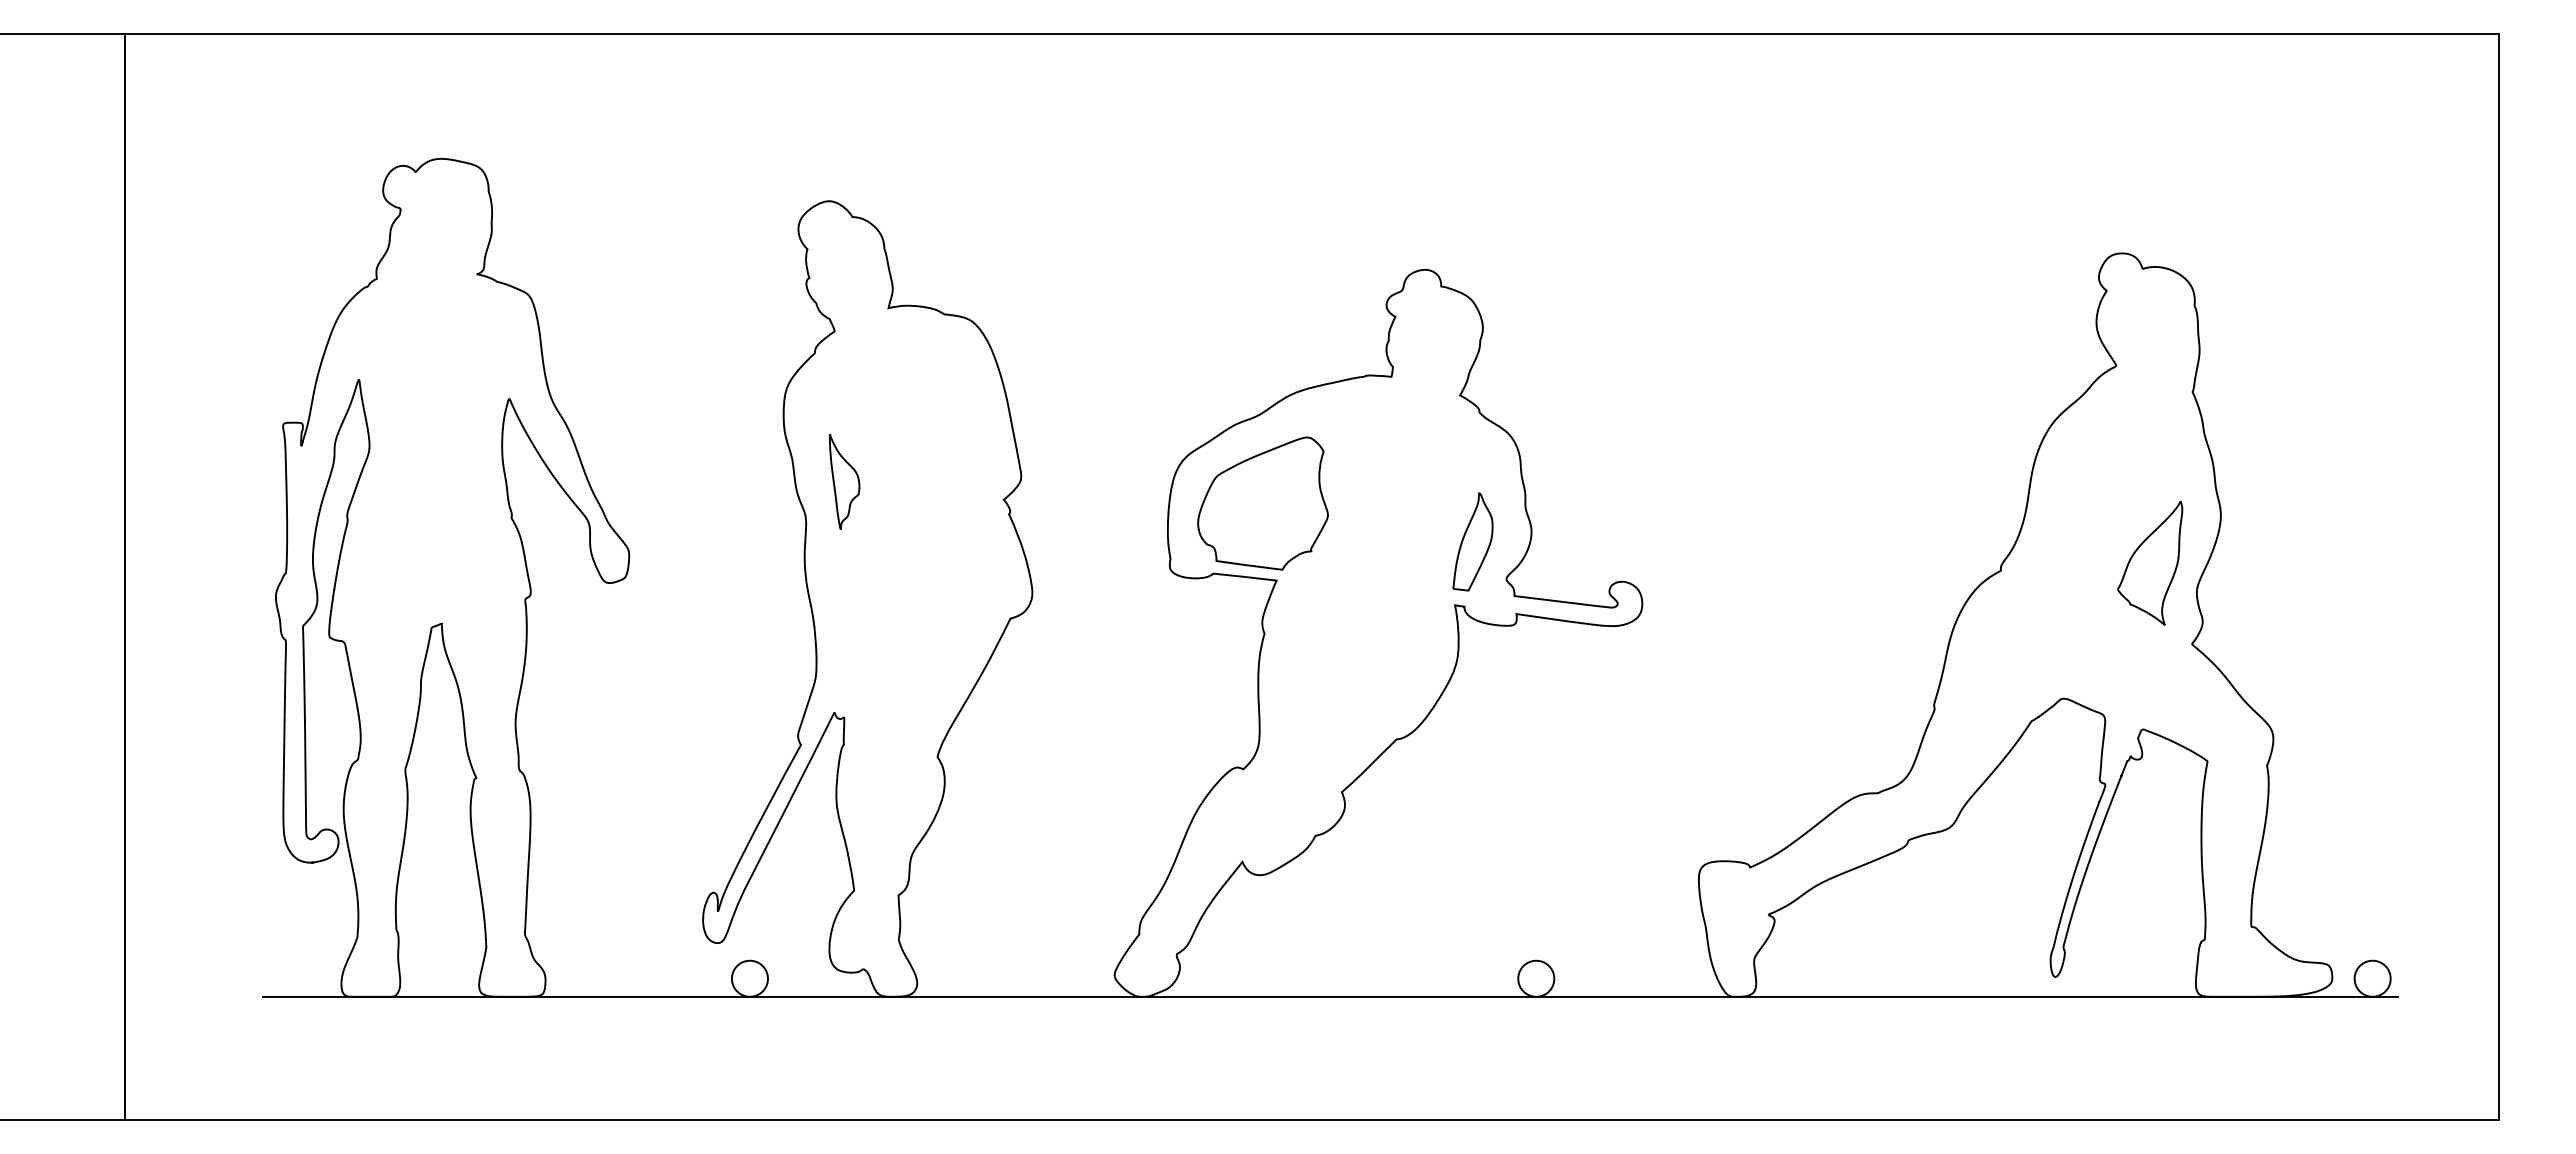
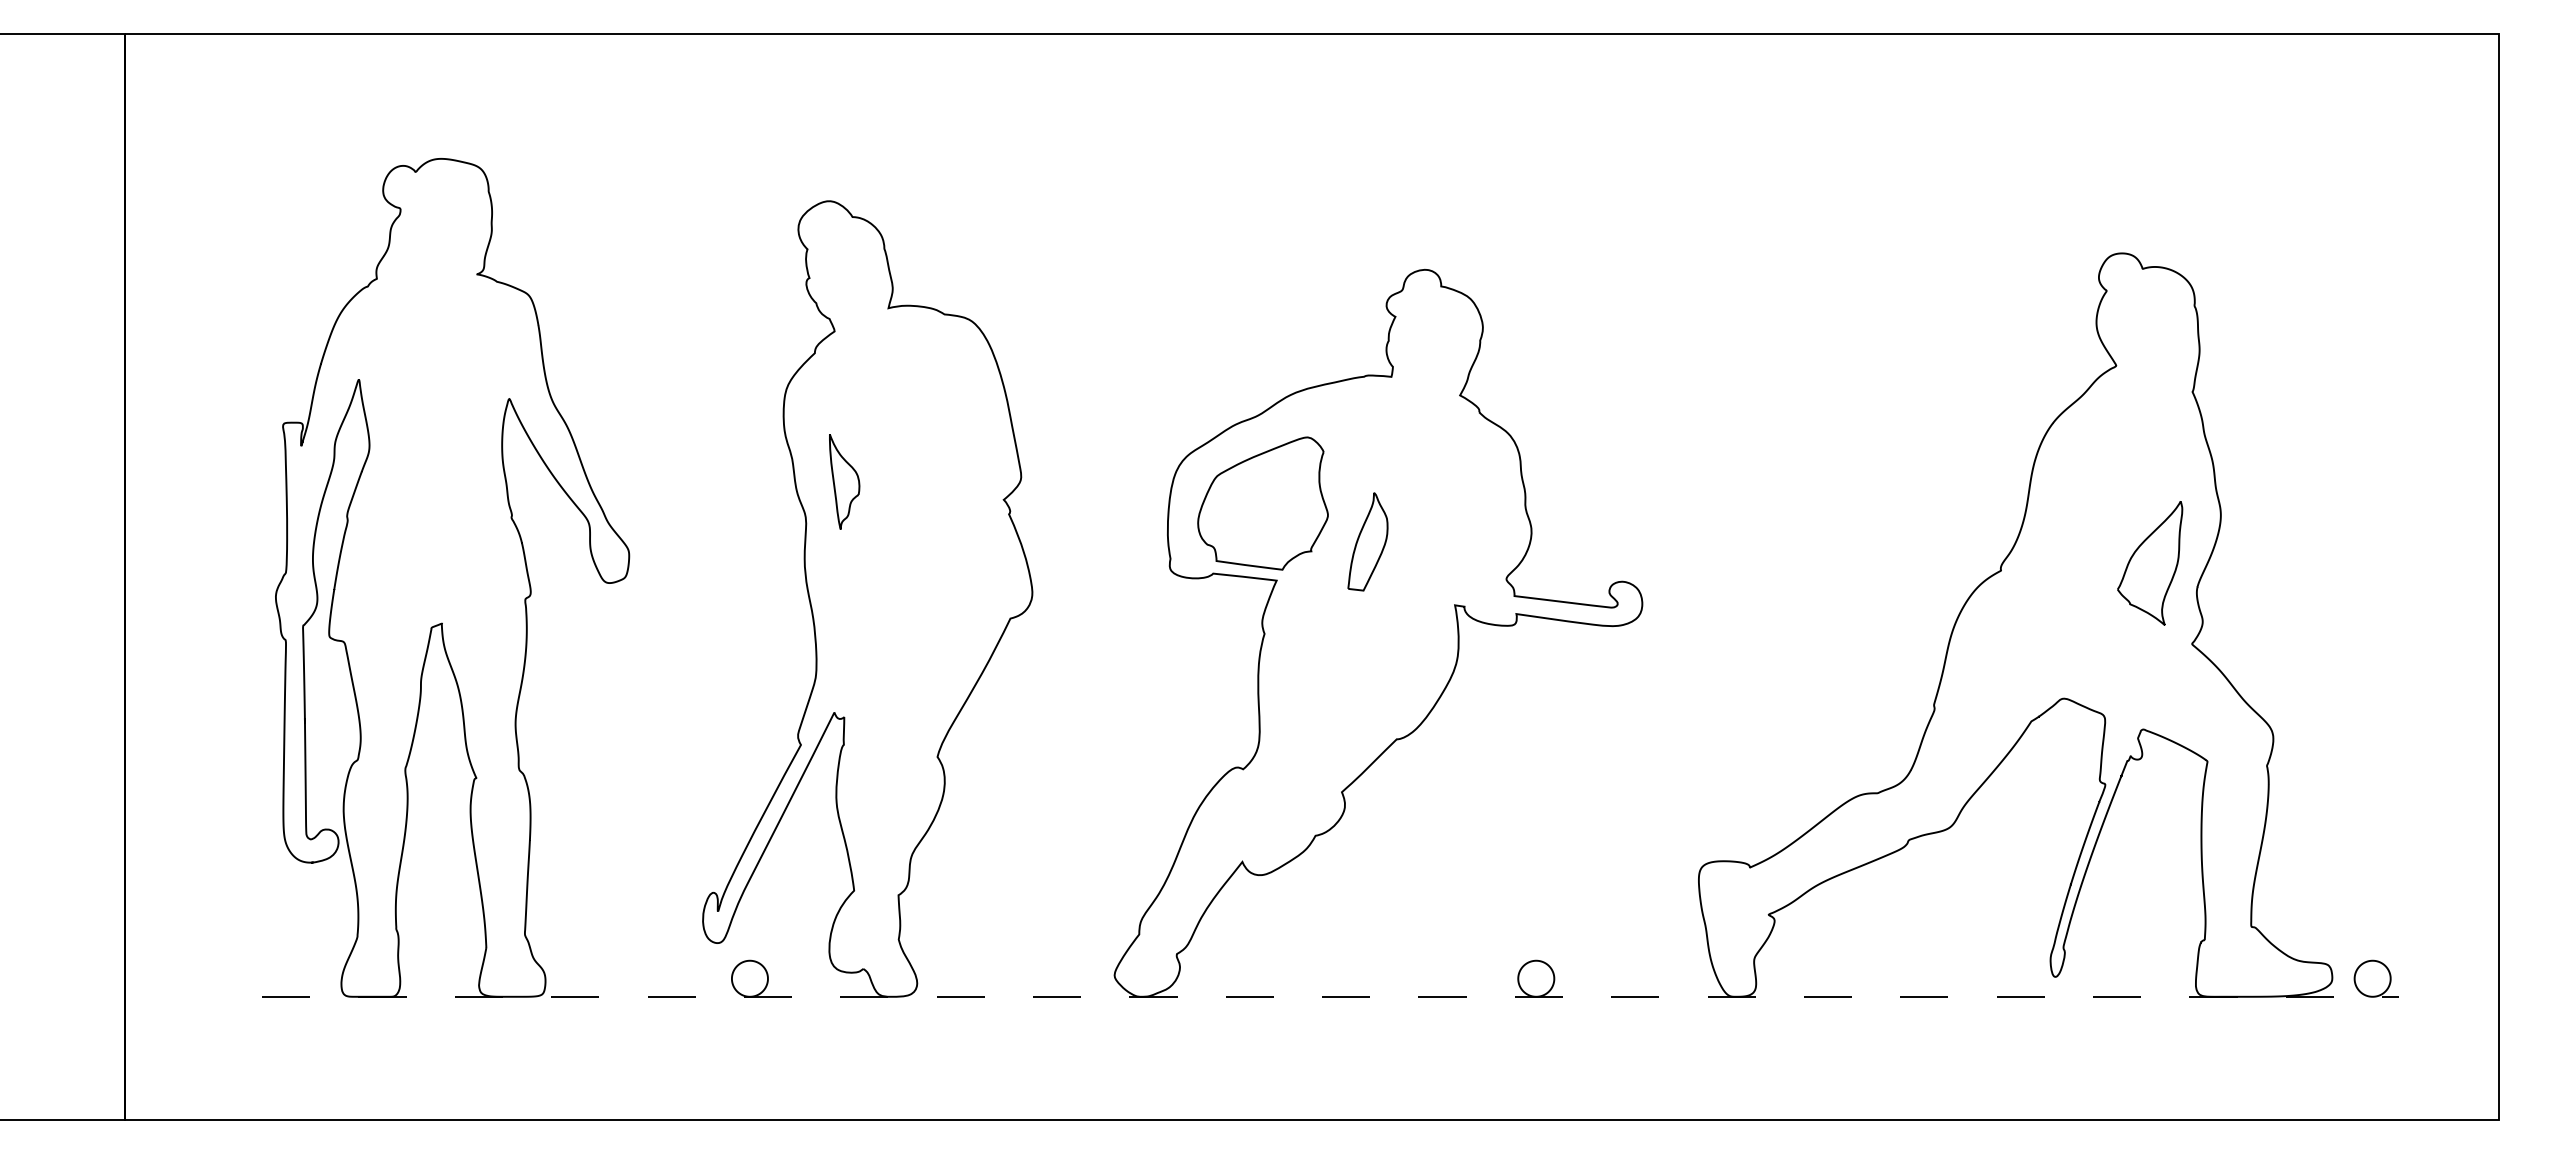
part at (1472, 541) position: (1472, 541) -> (1367, 541)
line at (1330, 996): solid -> dashed
